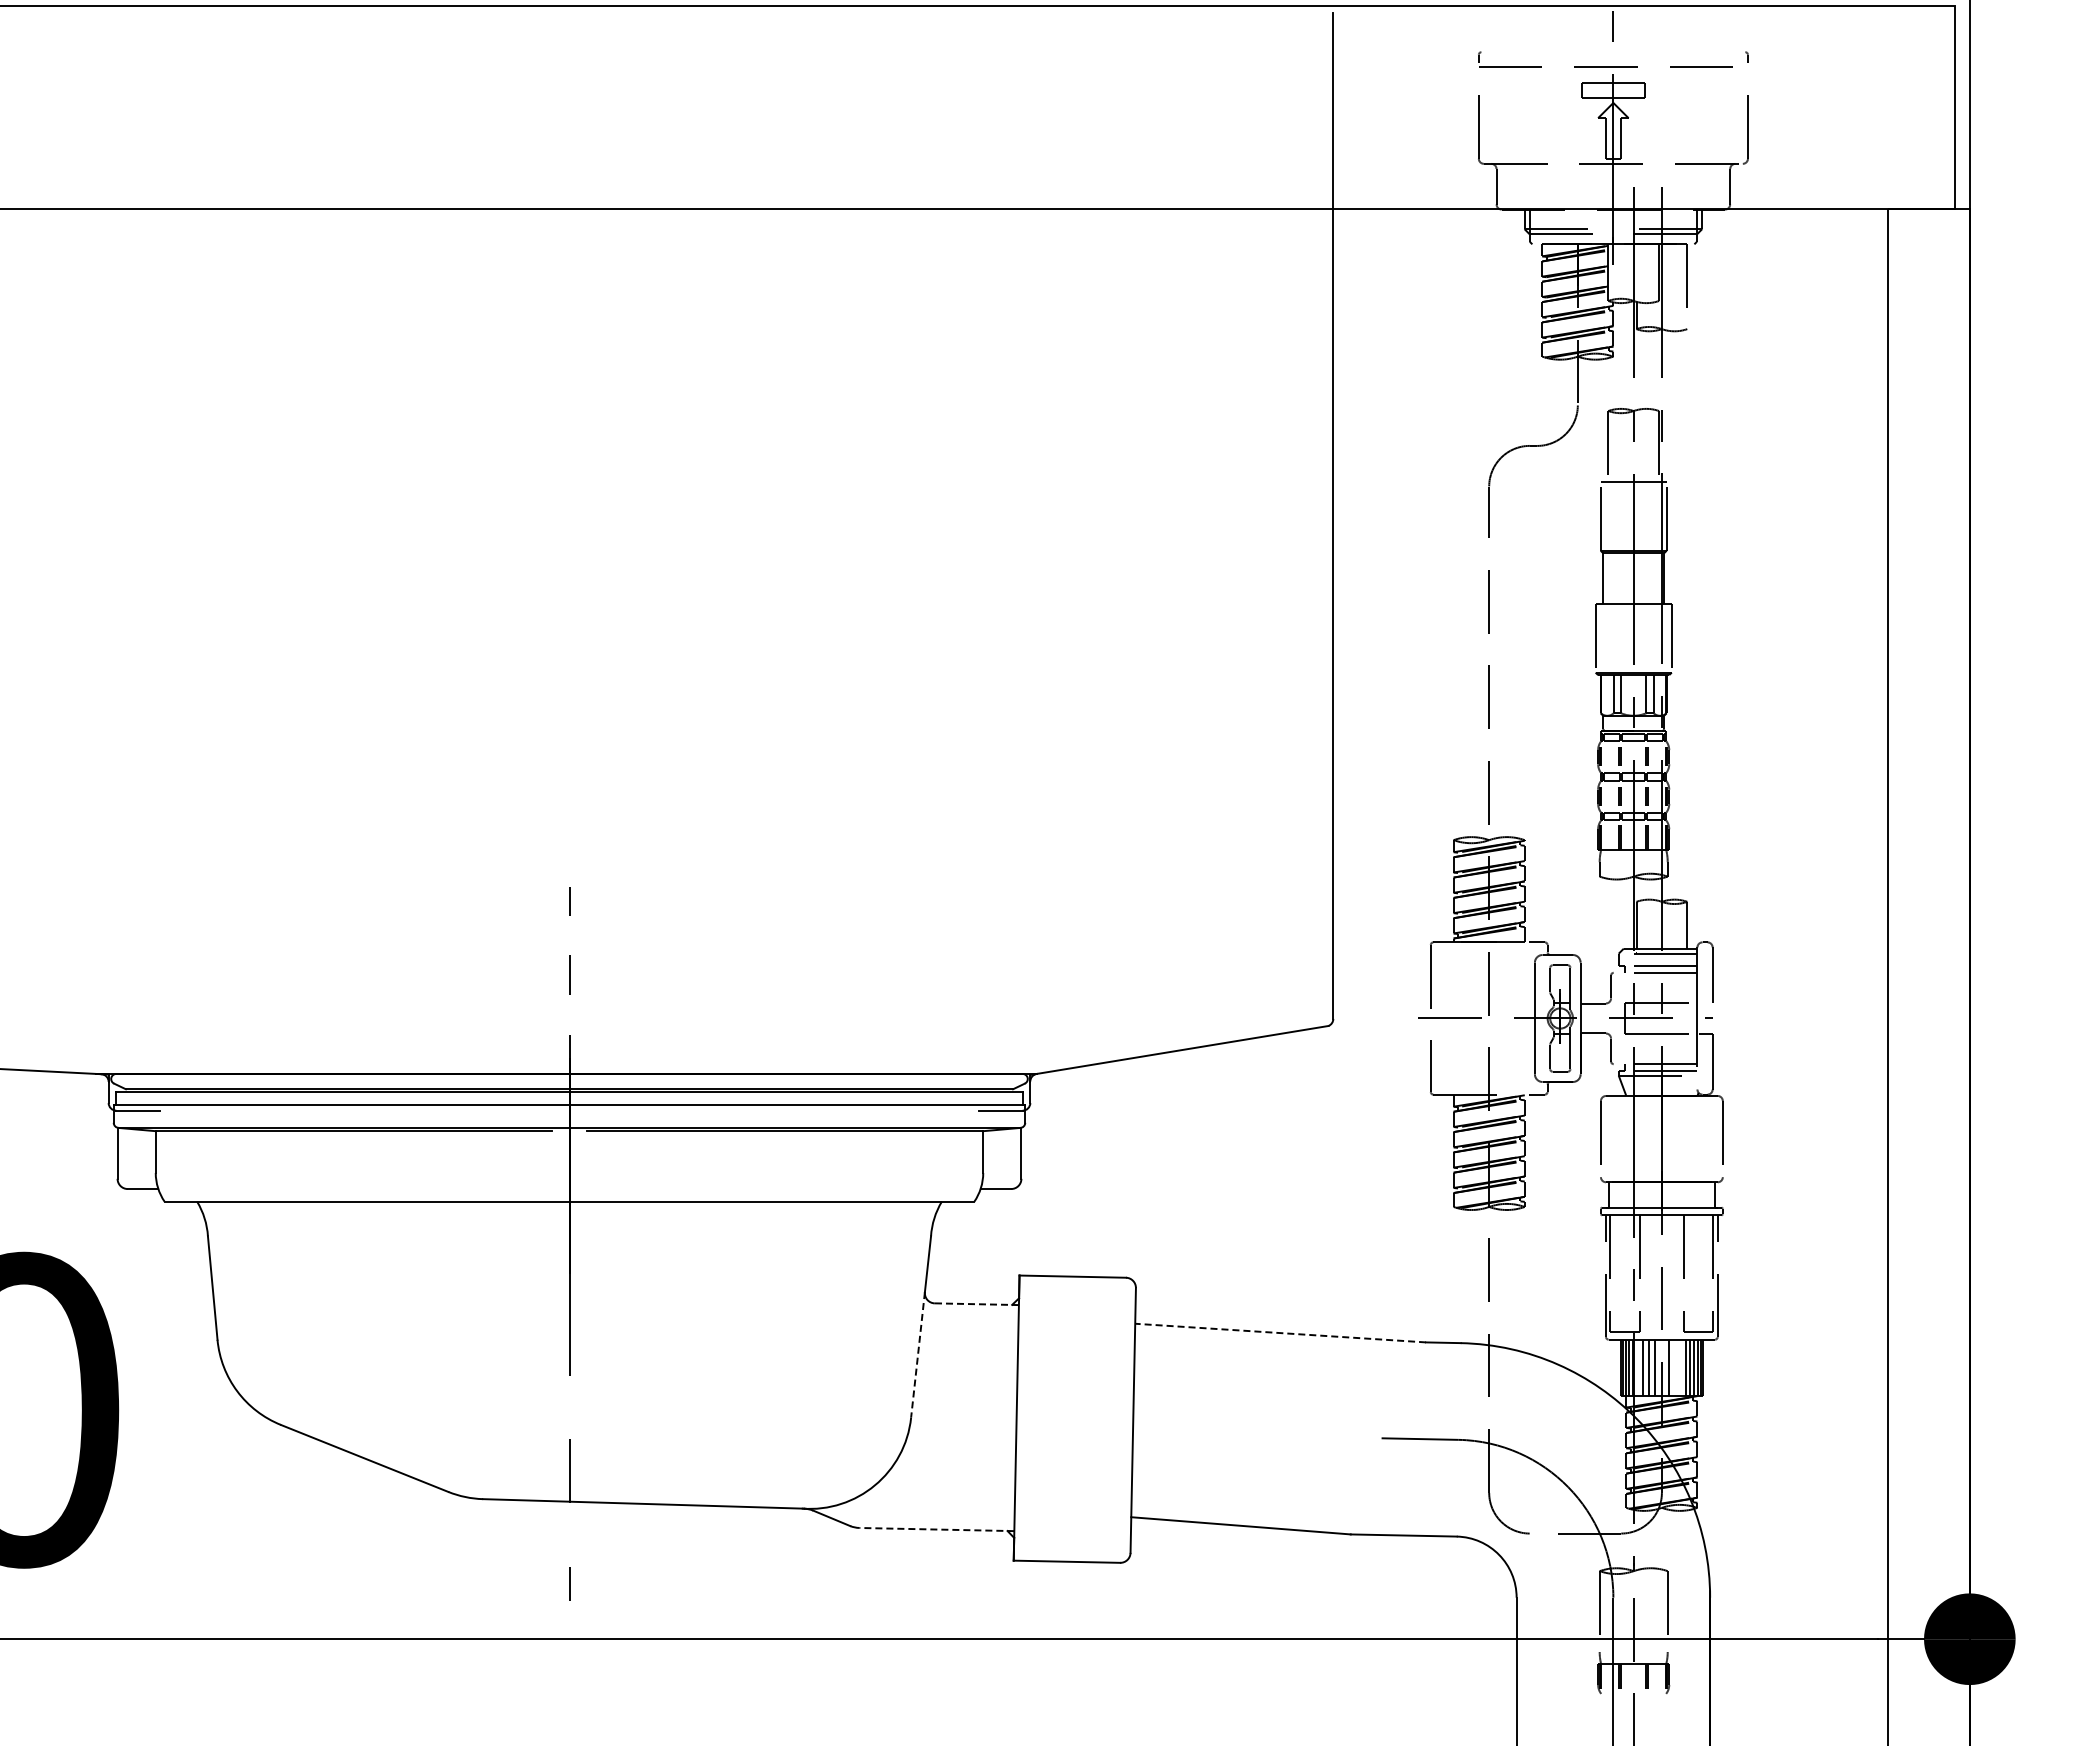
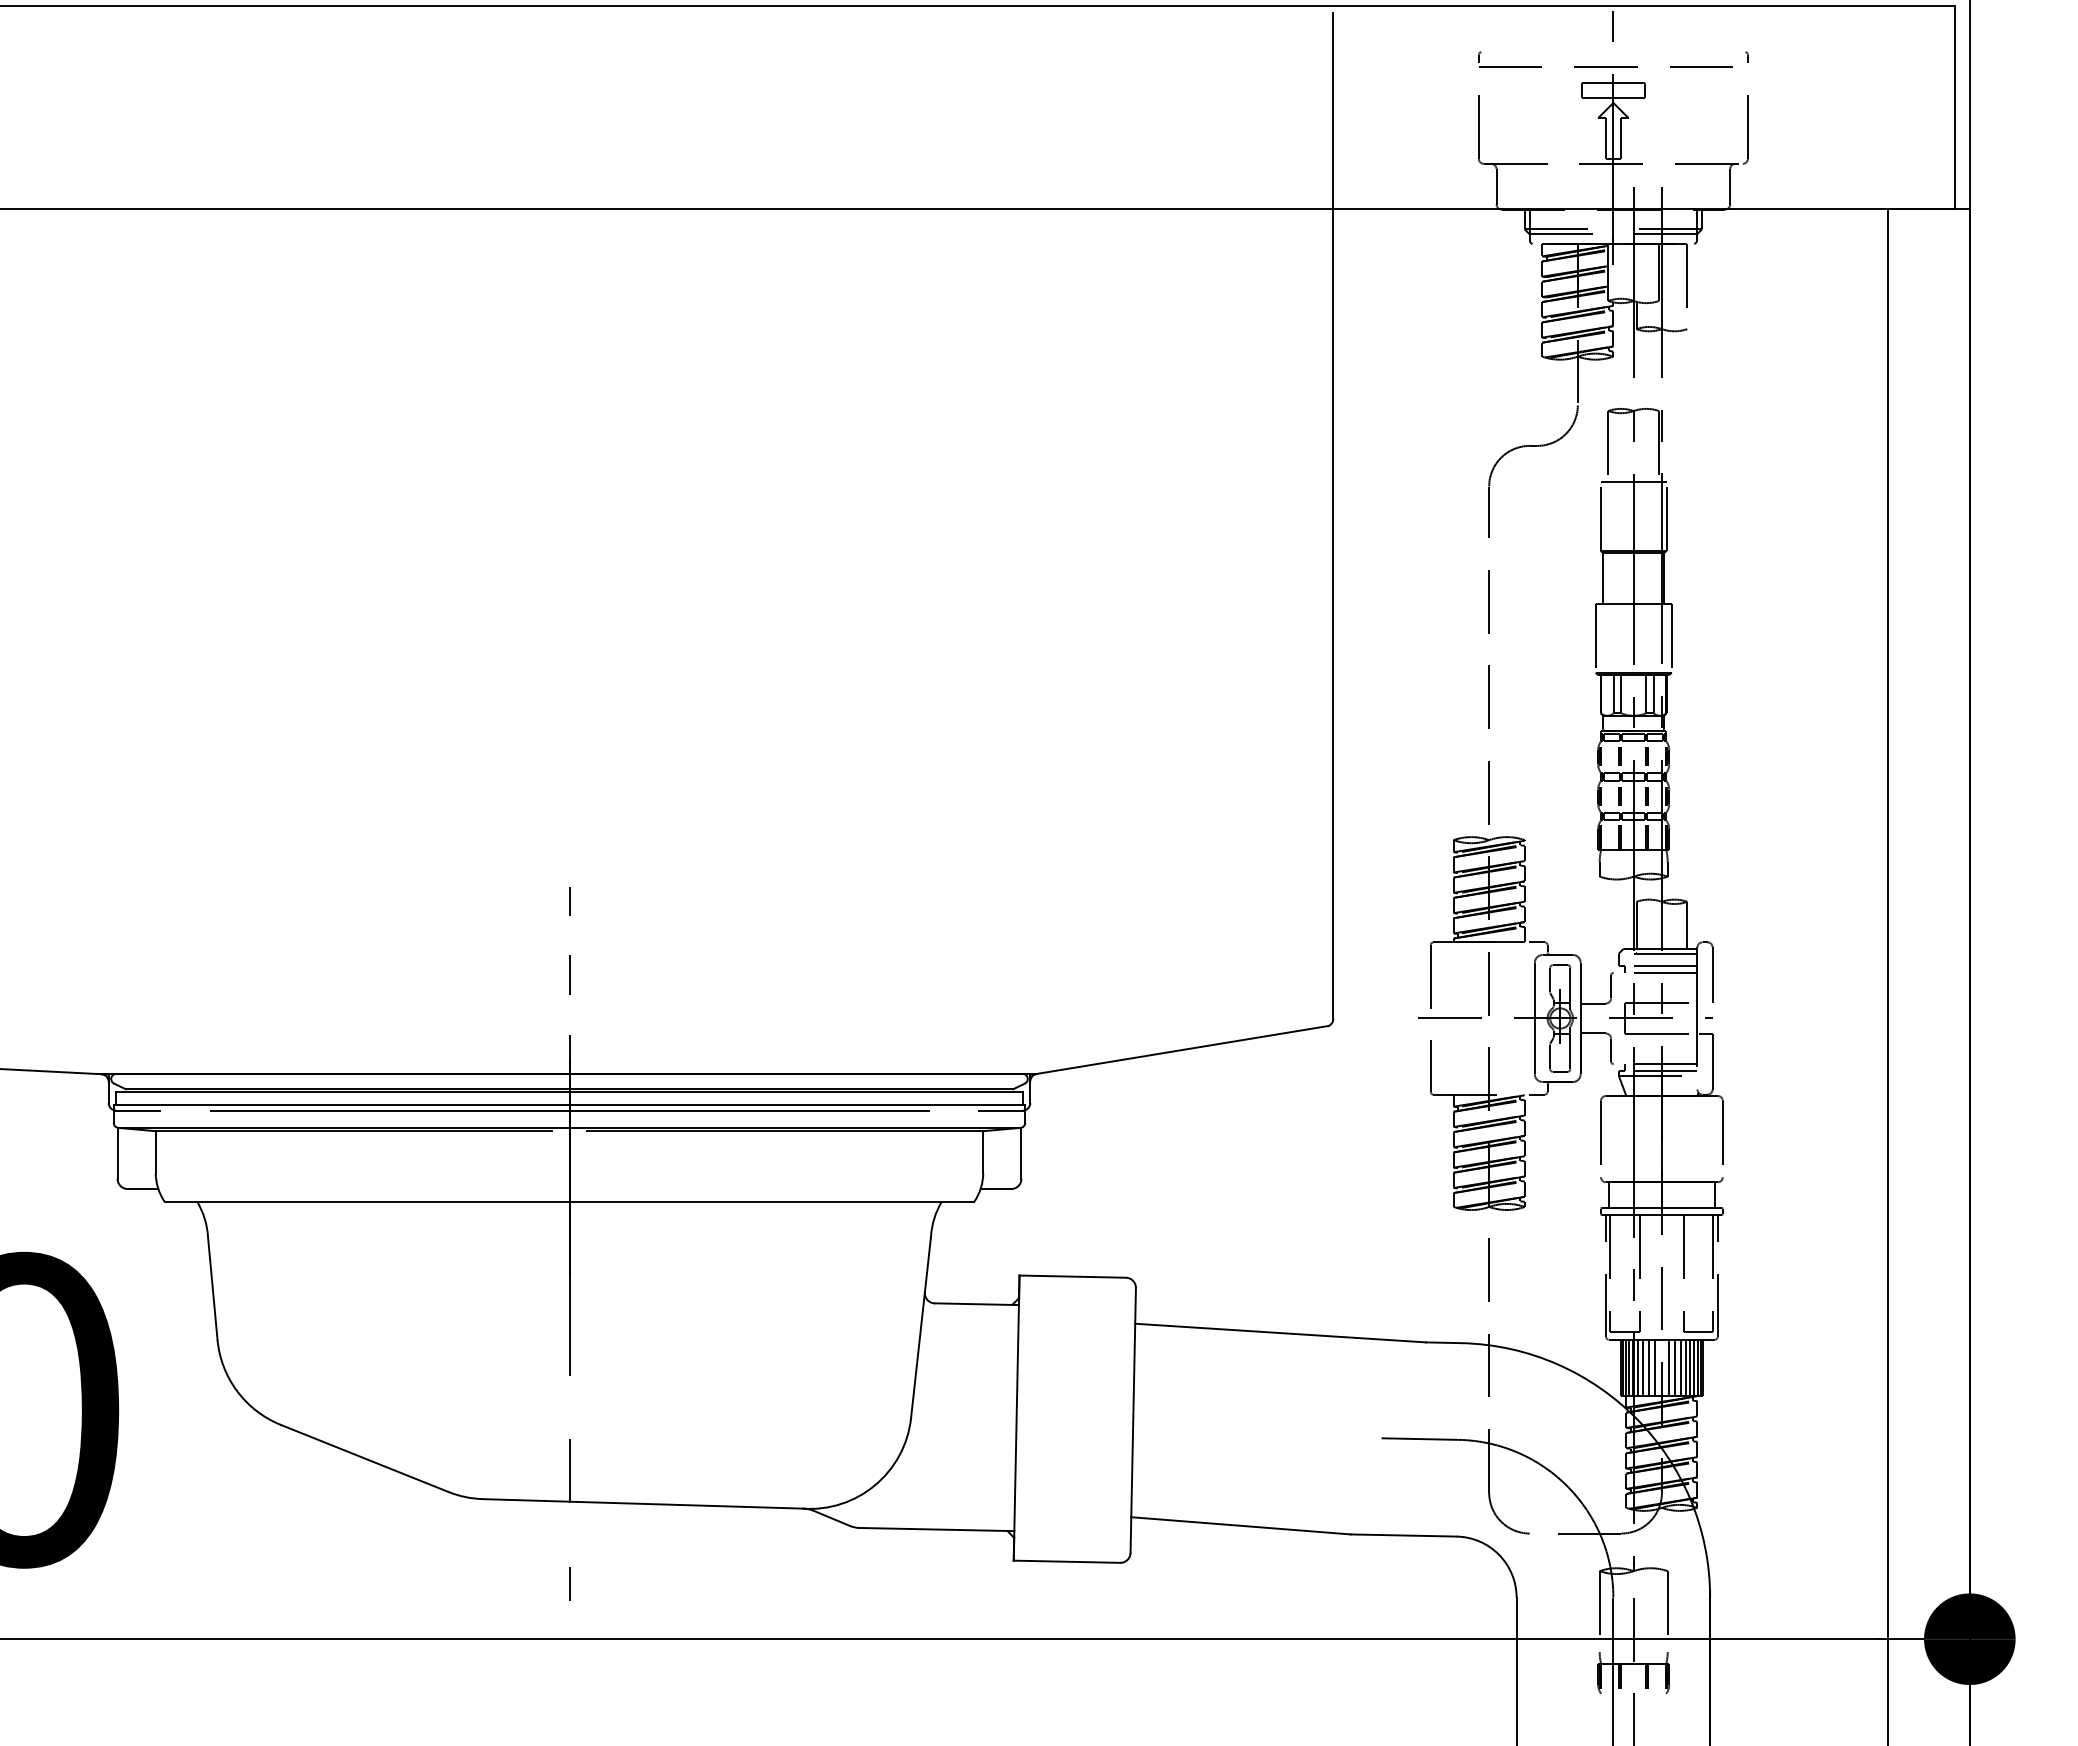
line at (569, 1110): none -> present
line at (976, 1304): dashed -> solid
line at (1280, 1333): dashed -> solid
line at (917, 1355): dashed -> solid
line at (1638, 1367): none -> present
line at (1675, 1367): none -> present
line at (1680, 1367): none -> present
line at (936, 1529): dashed -> solid
